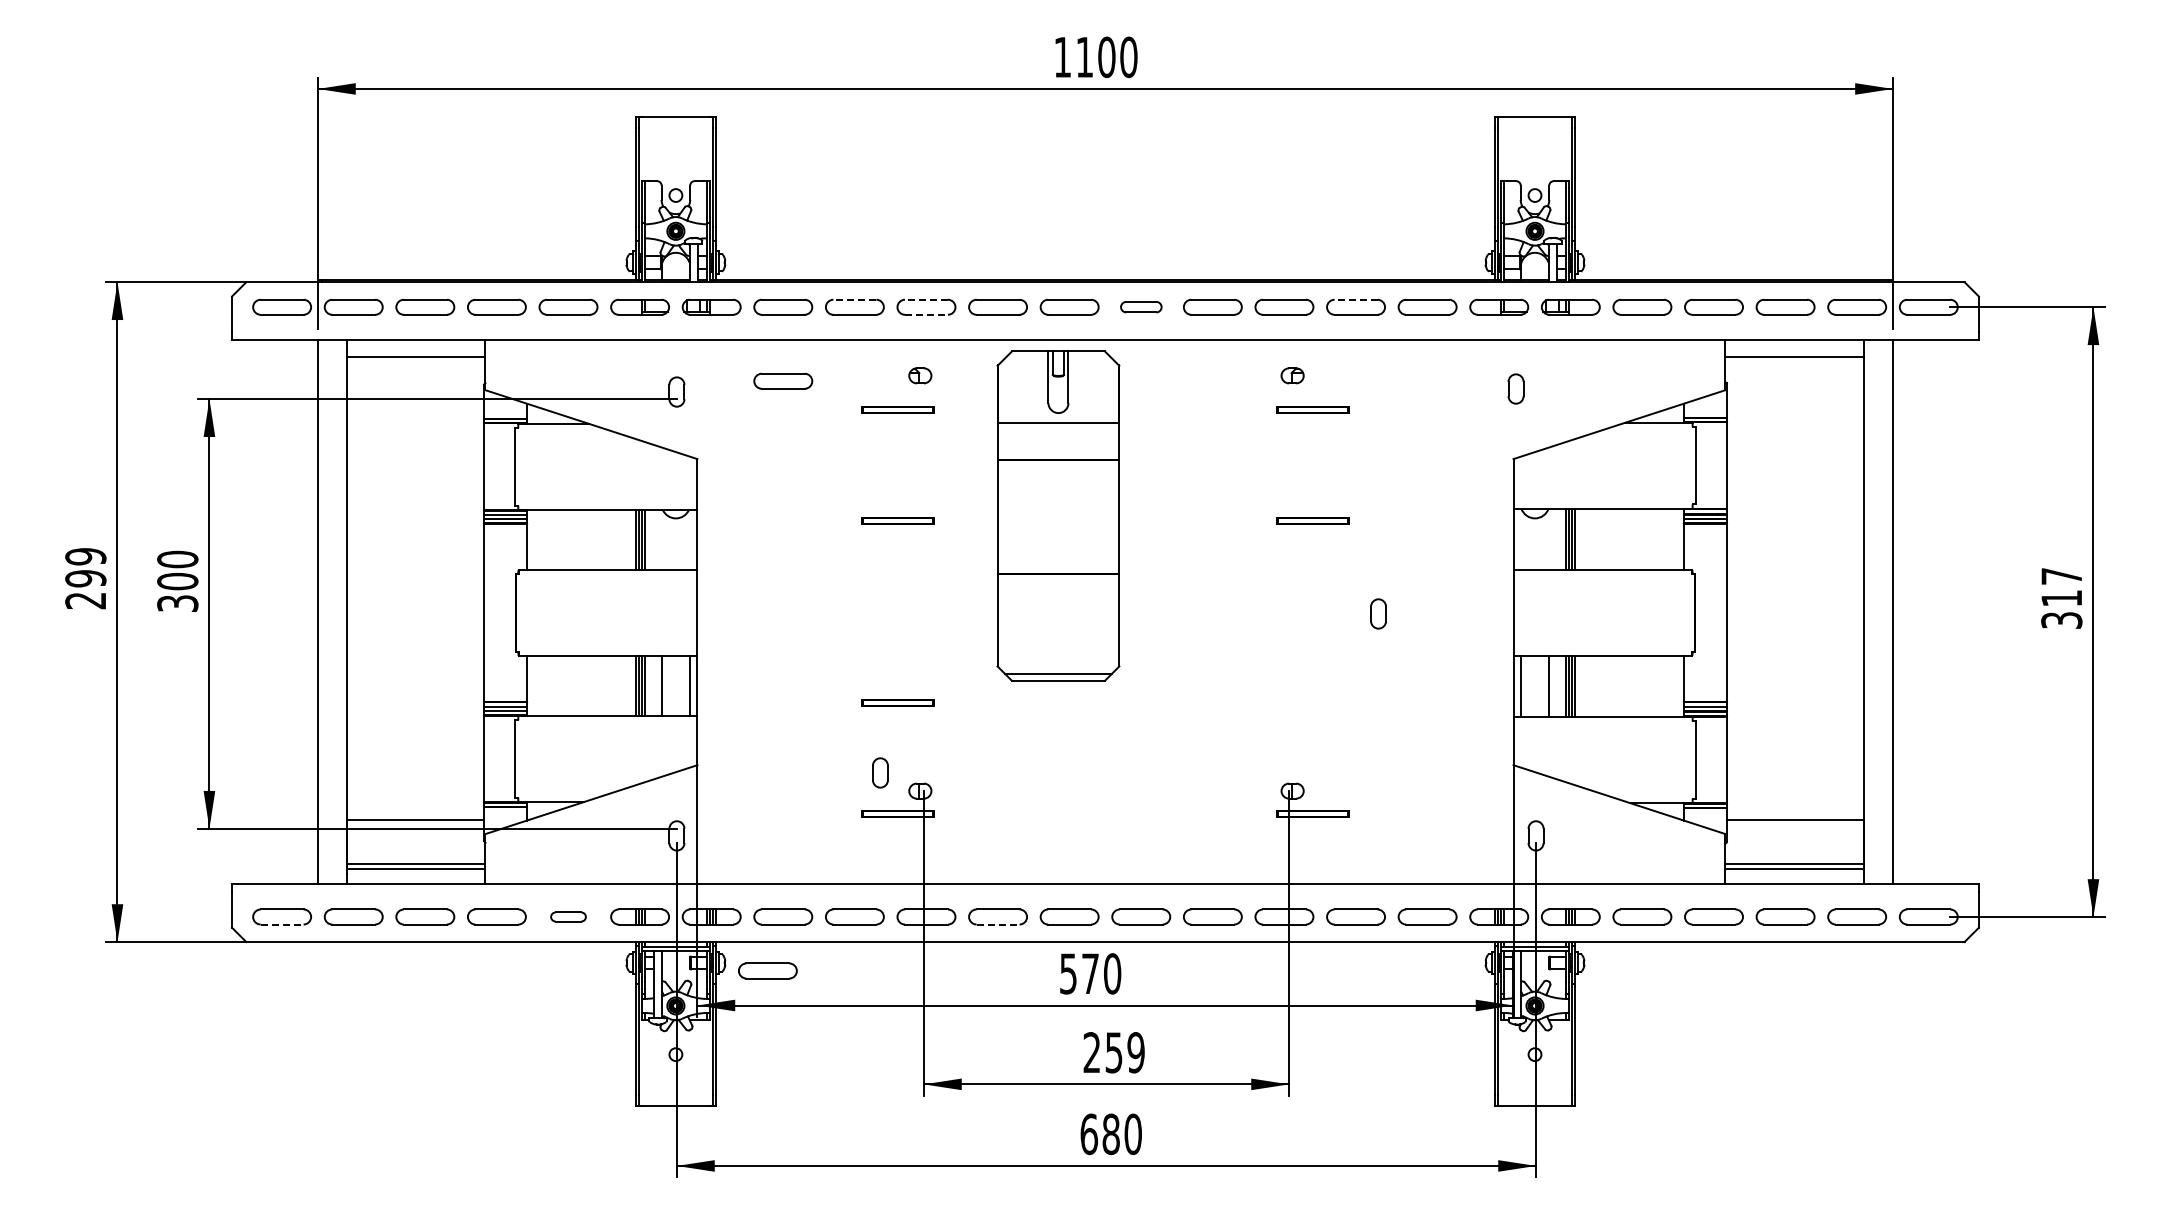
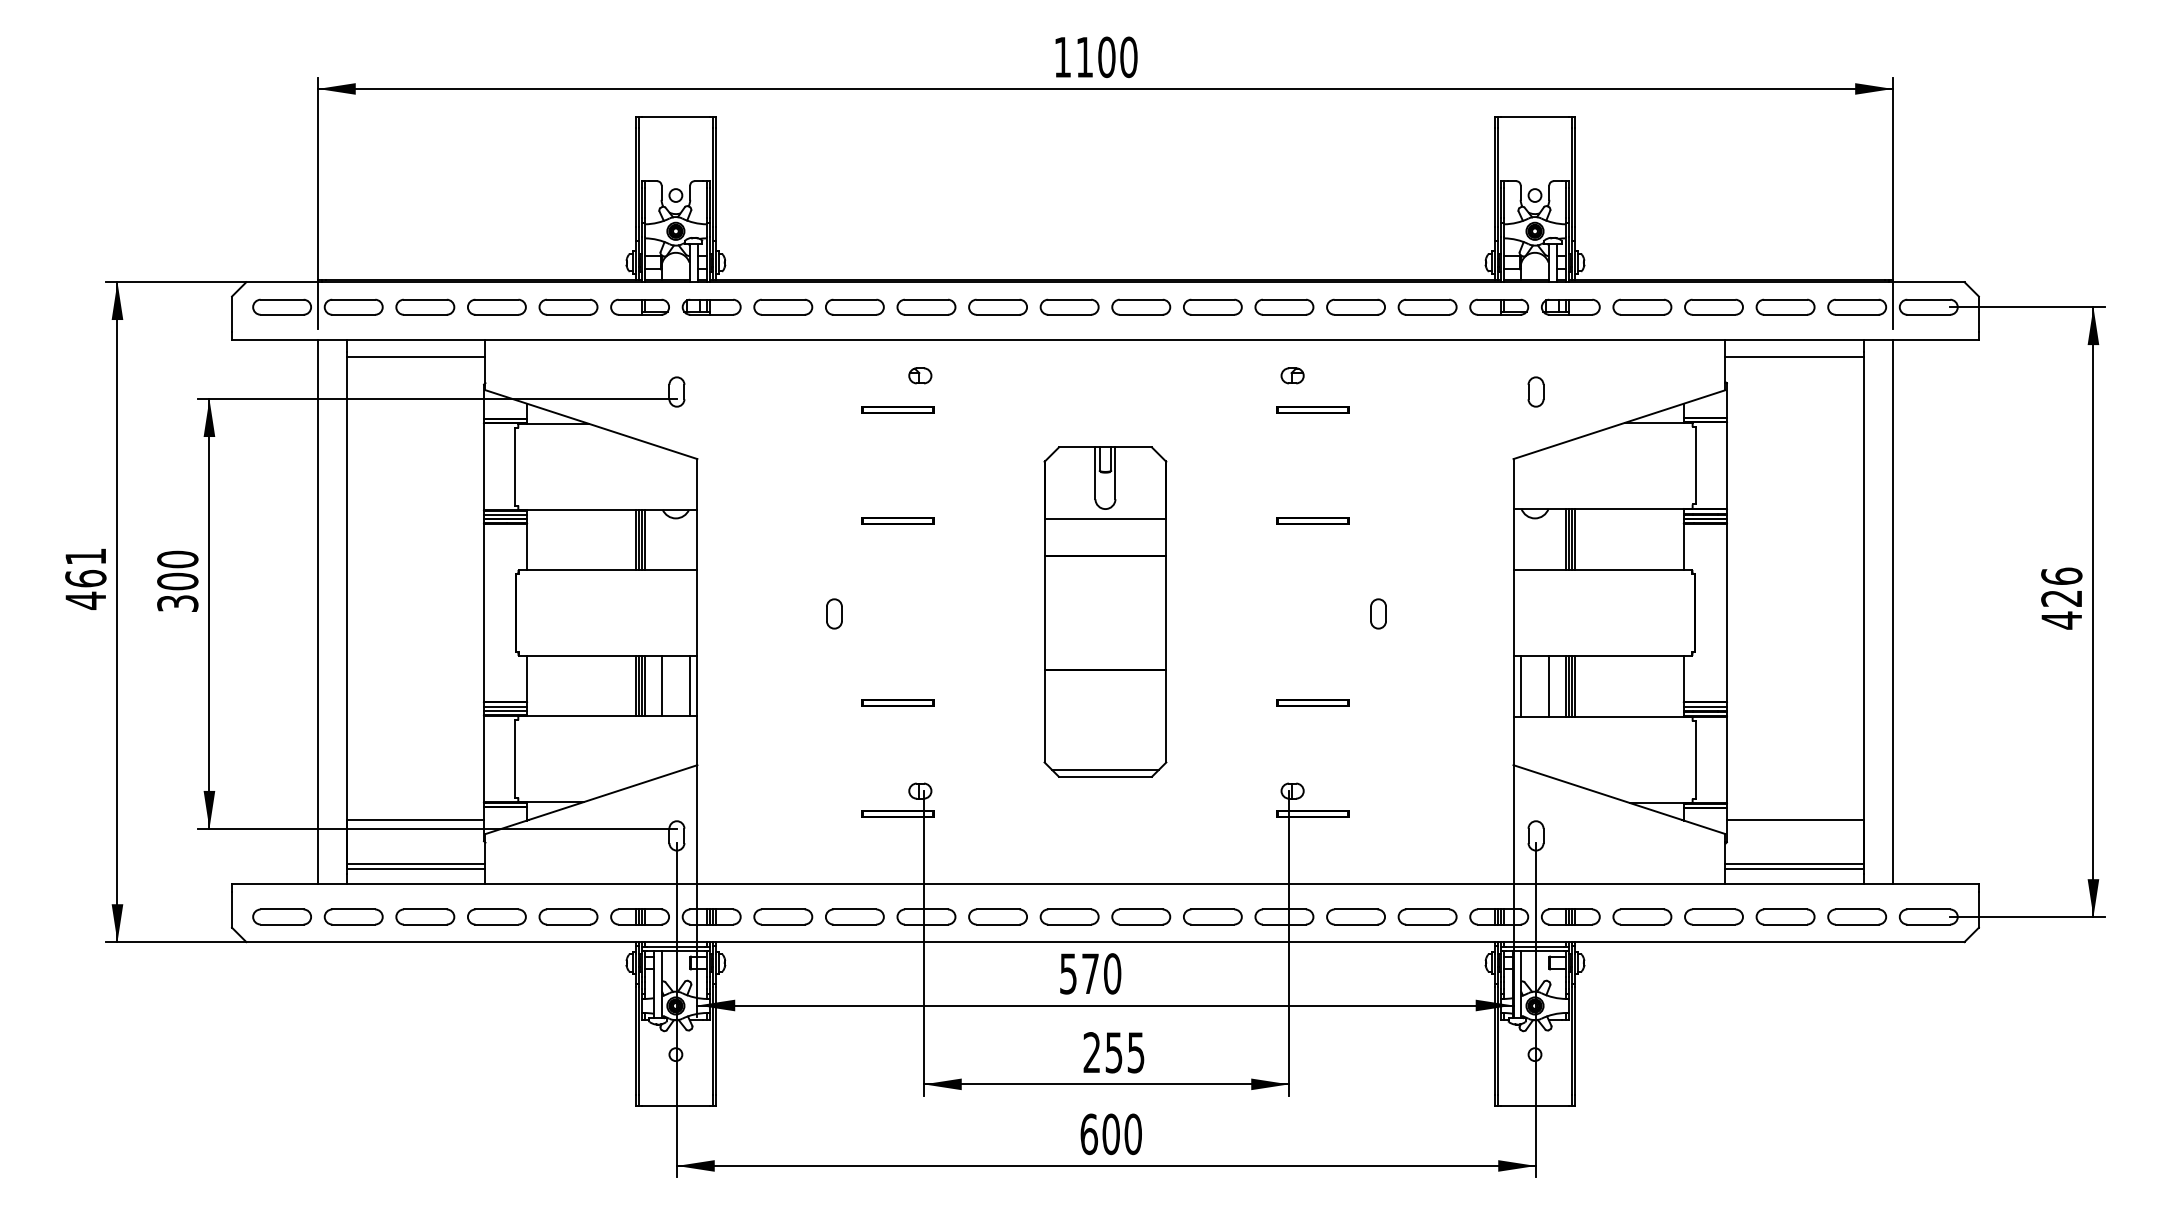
line at (854, 299): dashed -> solid
line at (925, 299): dashed -> solid
line at (1355, 299): dashed -> solid
part at (1141, 307) size: 43x13 px -> 61x18 px
line at (926, 314): dashed -> solid
part at (783, 380): present -> none
part at (1515, 388) position: (1515, 388) -> (1535, 391)
part at (1058, 515) position: (1058, 515) -> (1105, 611)
text at (85, 578): 299 -> 461
text at (2061, 598): 317 -> 426
part at (1312, 702): none -> present
part at (880, 772) position: (880, 772) -> (834, 613)
part at (568, 916) size: 37x12 px -> 61x18 px
line at (282, 924): dashed -> solid
line at (998, 924): dashed -> solid
part at (767, 970): present -> none
text at (1135, 1052): 259 -> 255
text at (1110, 1133): 680 -> 600
